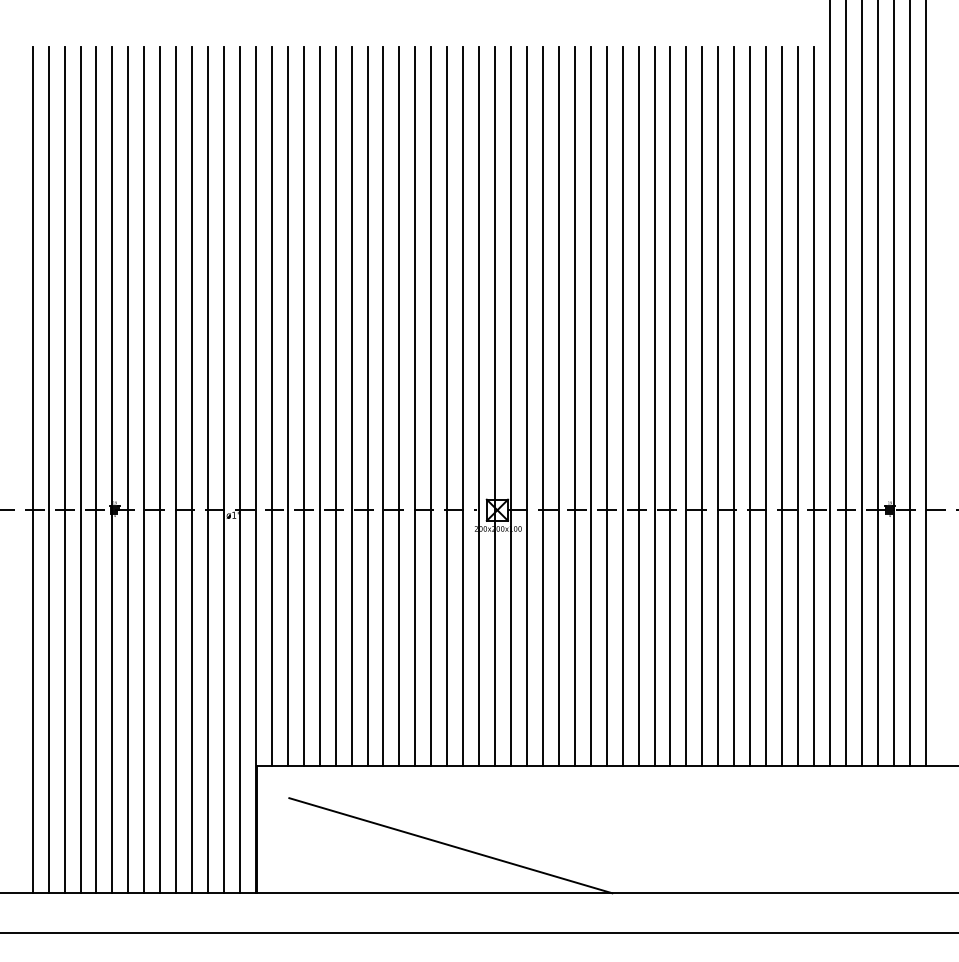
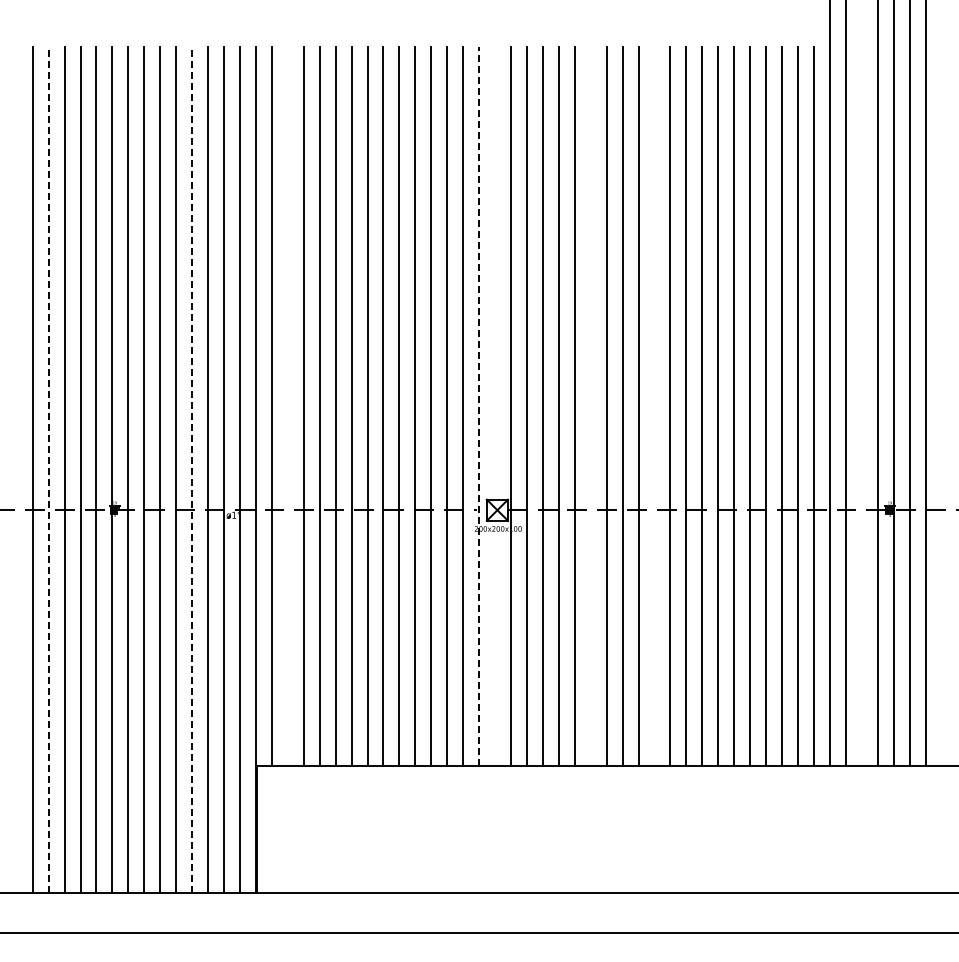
line at (861, 384): present -> none
line at (287, 406): present -> none
line at (479, 406): solid -> dashed
line at (495, 406): present -> none
line at (590, 406): present -> none
line at (654, 406): present -> none
line at (48, 469): solid -> dashed
line at (192, 469): solid -> dashed
line at (450, 845): present -> none
